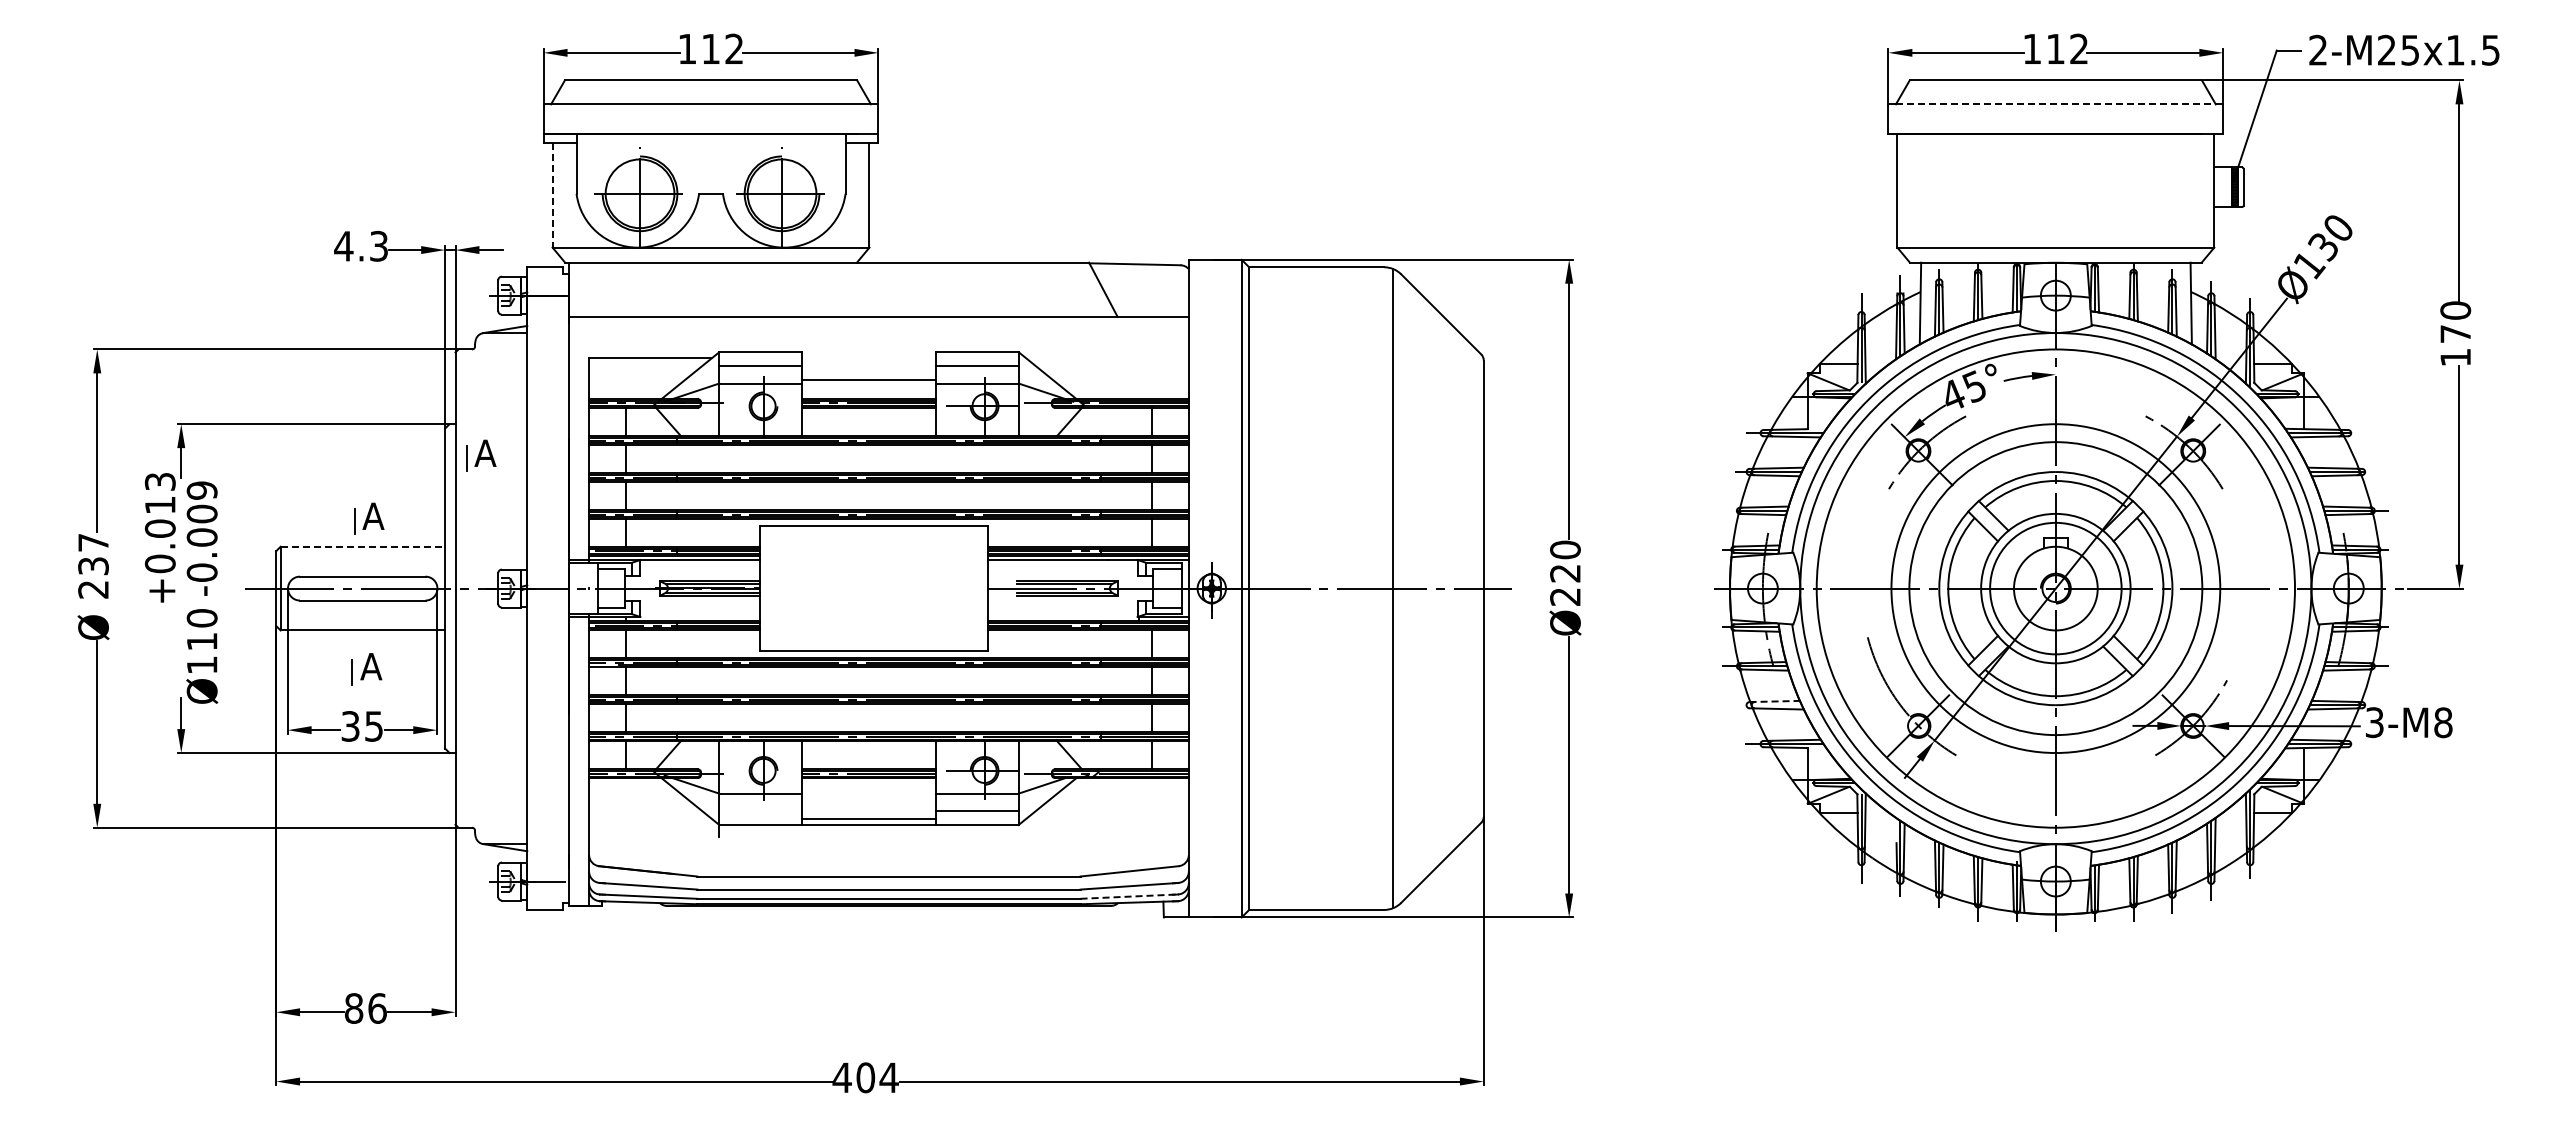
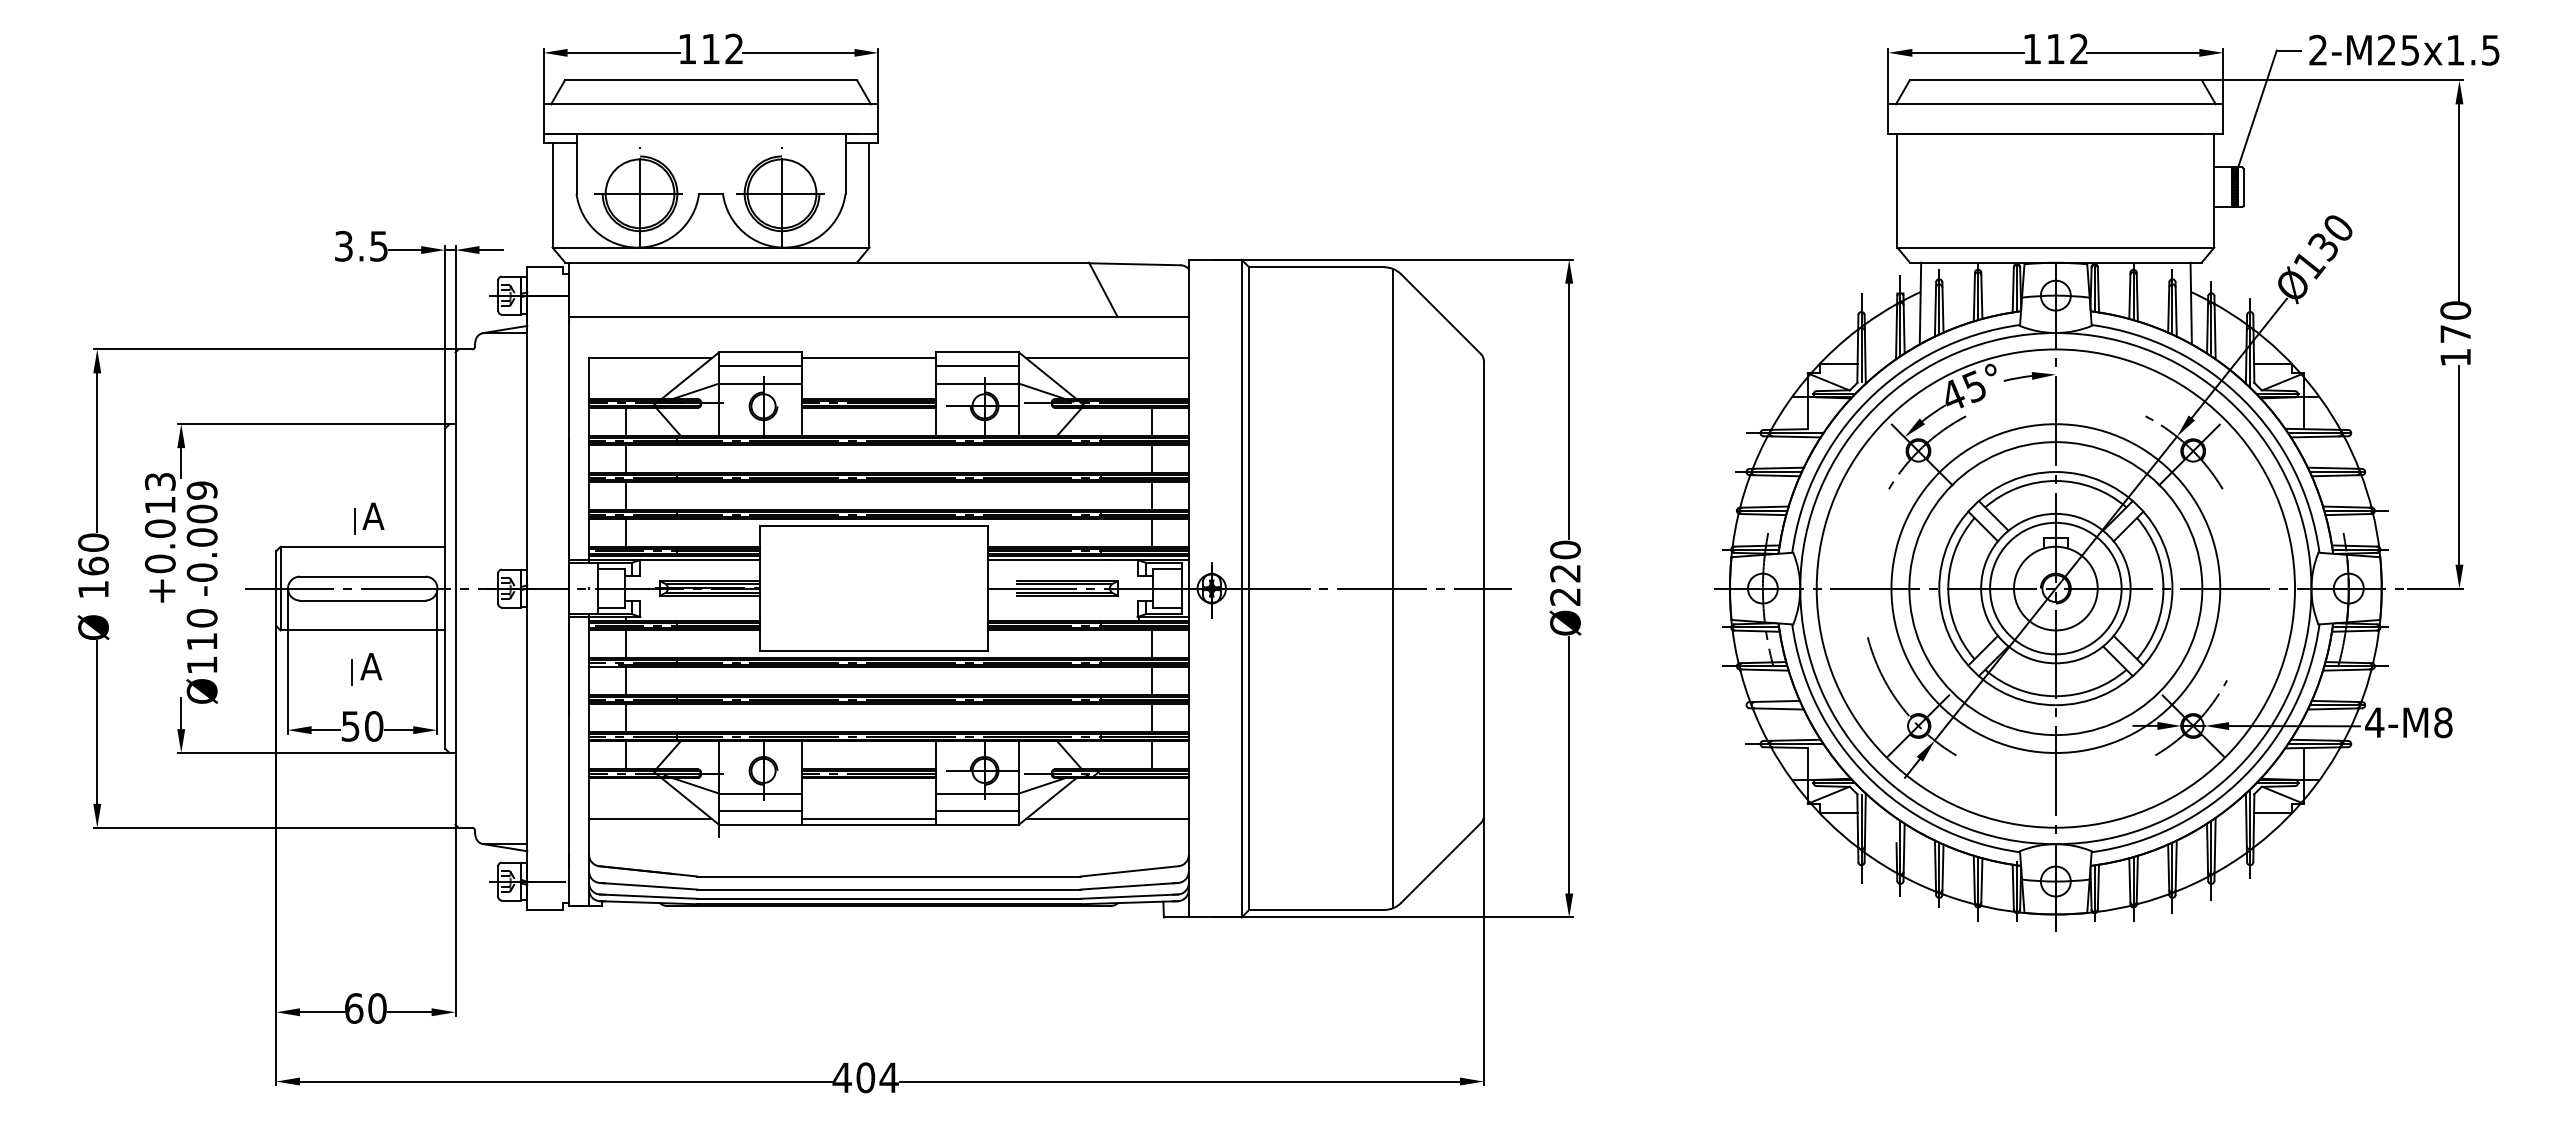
line at (2055, 104): dashed -> solid
line at (552, 195): dashed -> solid
text at (360, 245): 4.3 -> 3.5
line at (1106, 357): none -> present
line at (868, 379) position: (868, 379) -> (868, 357)
part at (481, 455): present -> none
line at (363, 546): dashed -> solid
text at (93, 565): 237 -> 160
line at (1775, 701): dashed -> solid
text at (2374, 722): 3-M8 -> 4-M8
text at (362, 726): 35 -> 50
line at (760, 810): none -> present
line at (650, 819): none -> present
line at (1106, 819): none -> present
line at (1129, 896): dashed -> solid
text at (365, 1008): 86 -> 60
